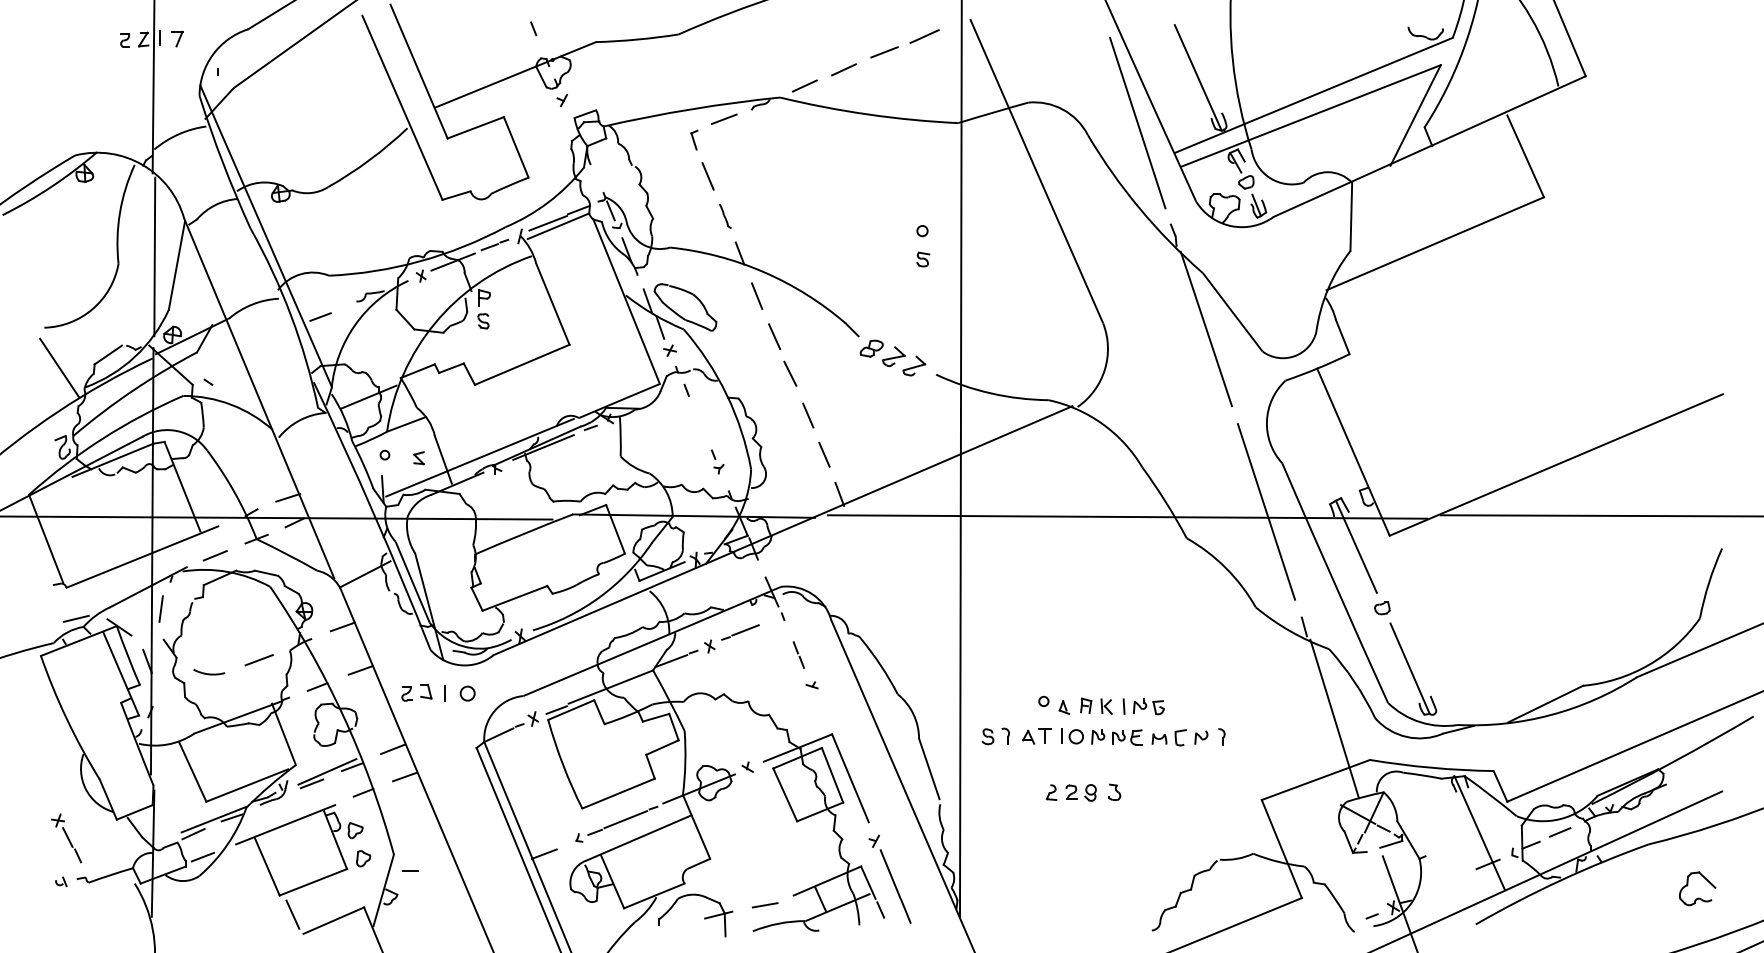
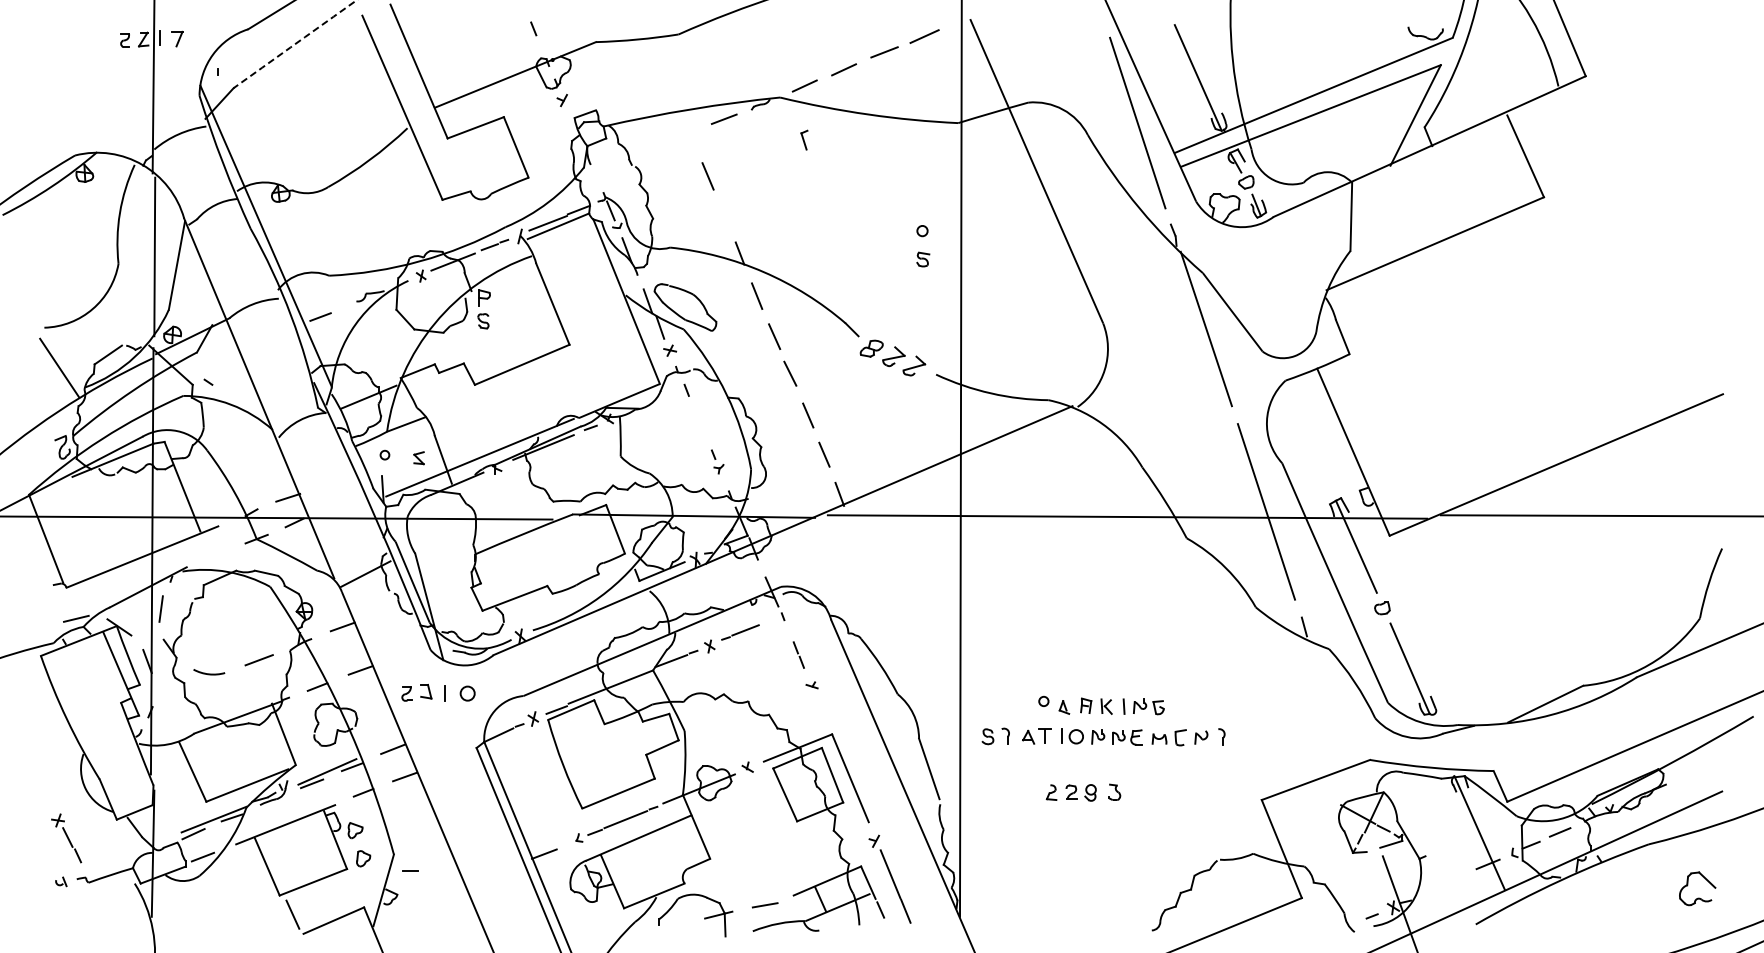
arc at (294, 44): solid -> dashed
part at (694, 139) position: (694, 139) -> (804, 139)
part at (725, 215): present -> none
line at (214, 555): present -> none
line at (1334, 718): present -> none
